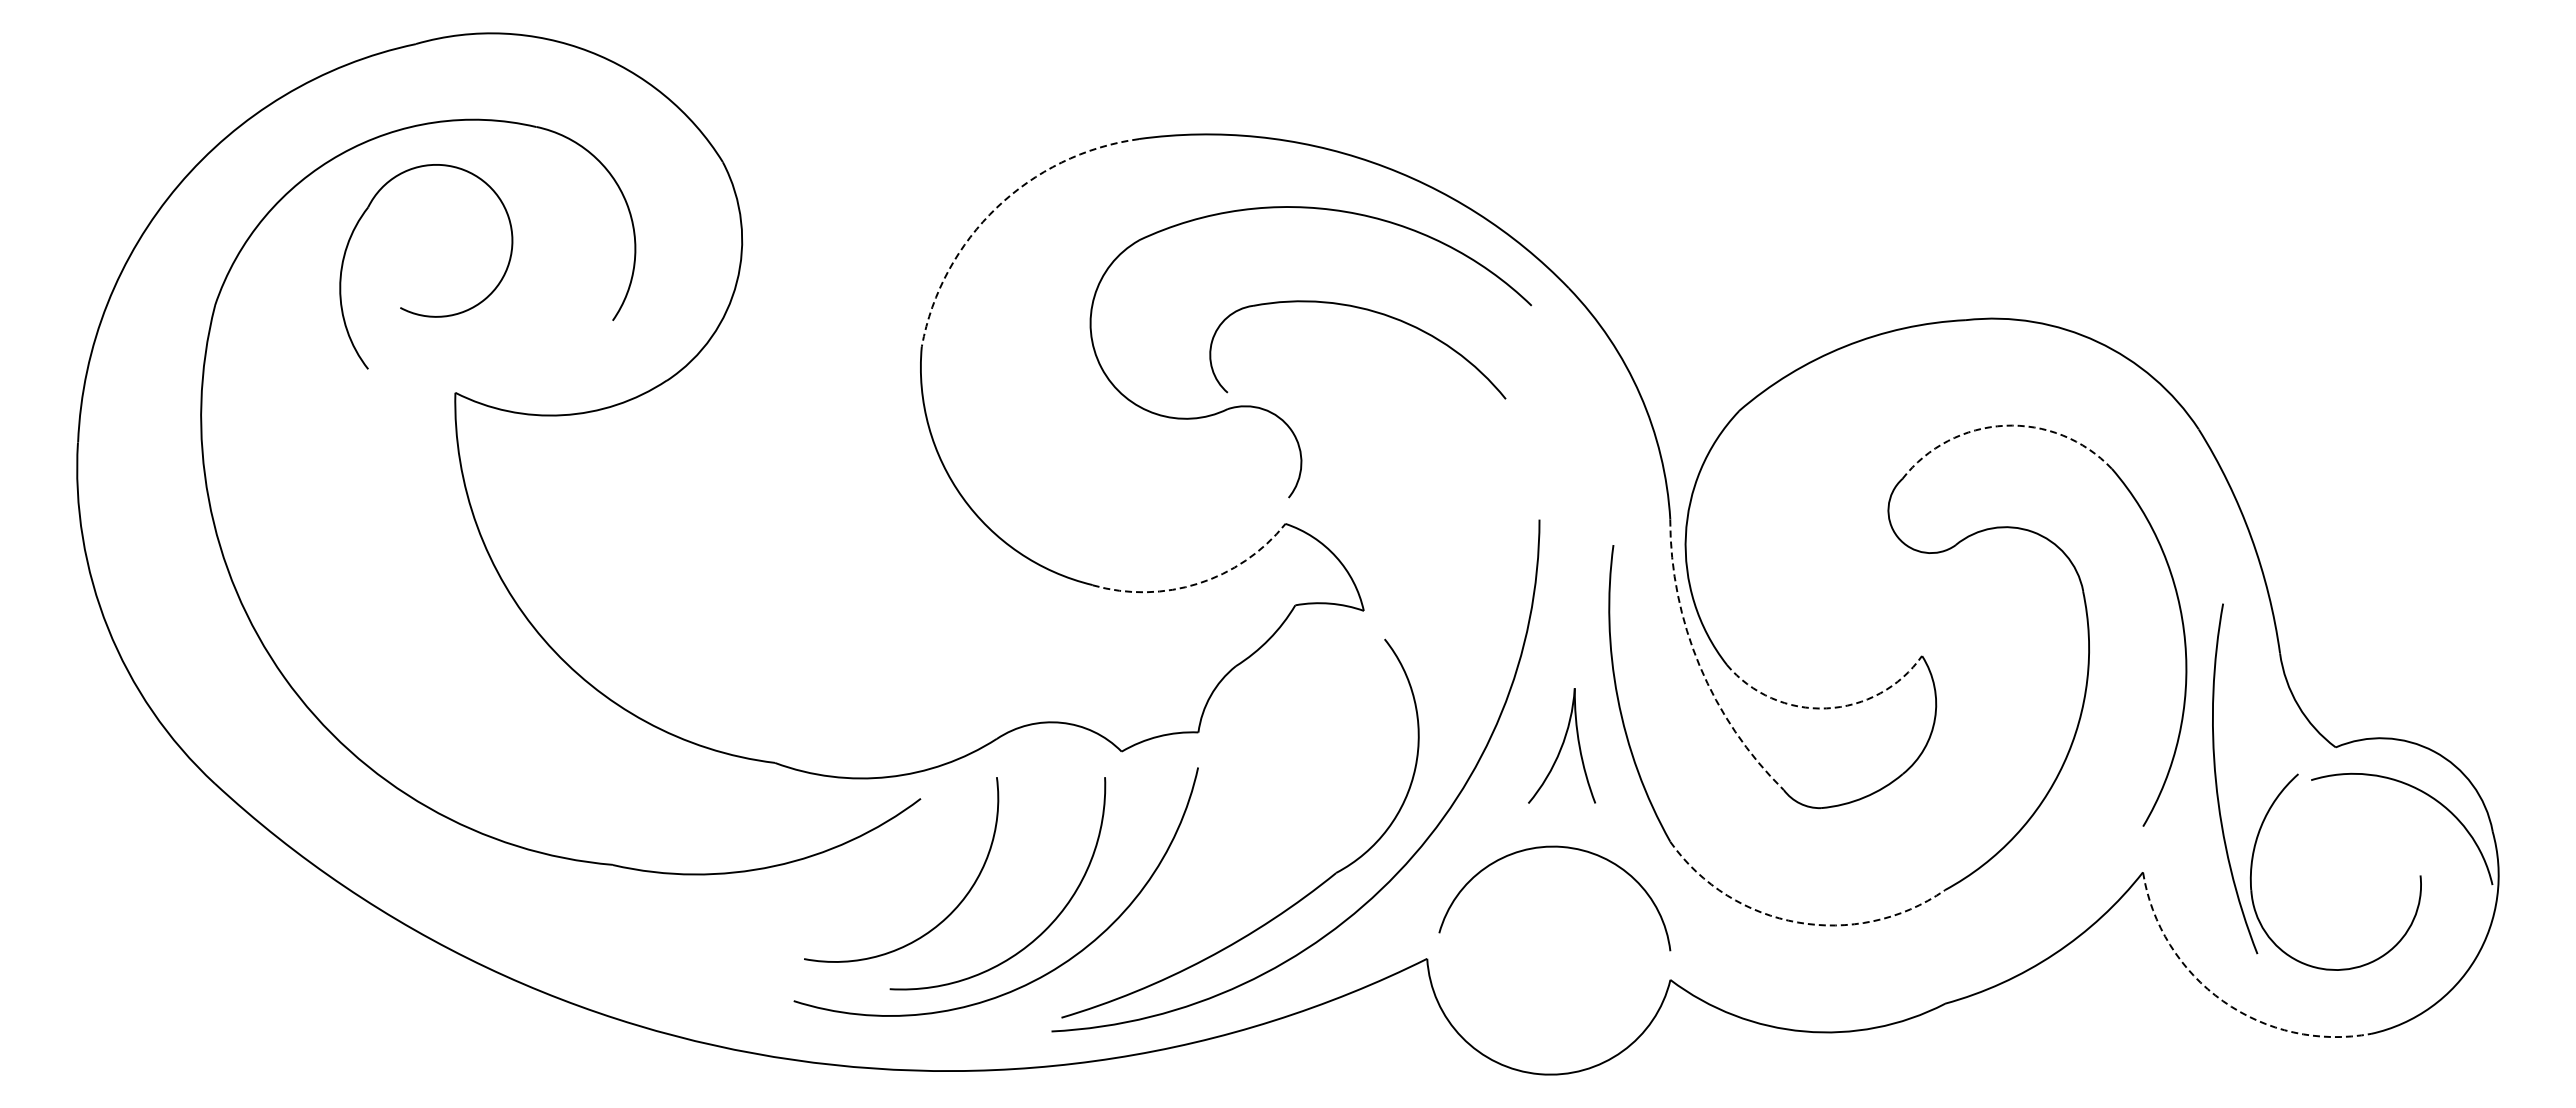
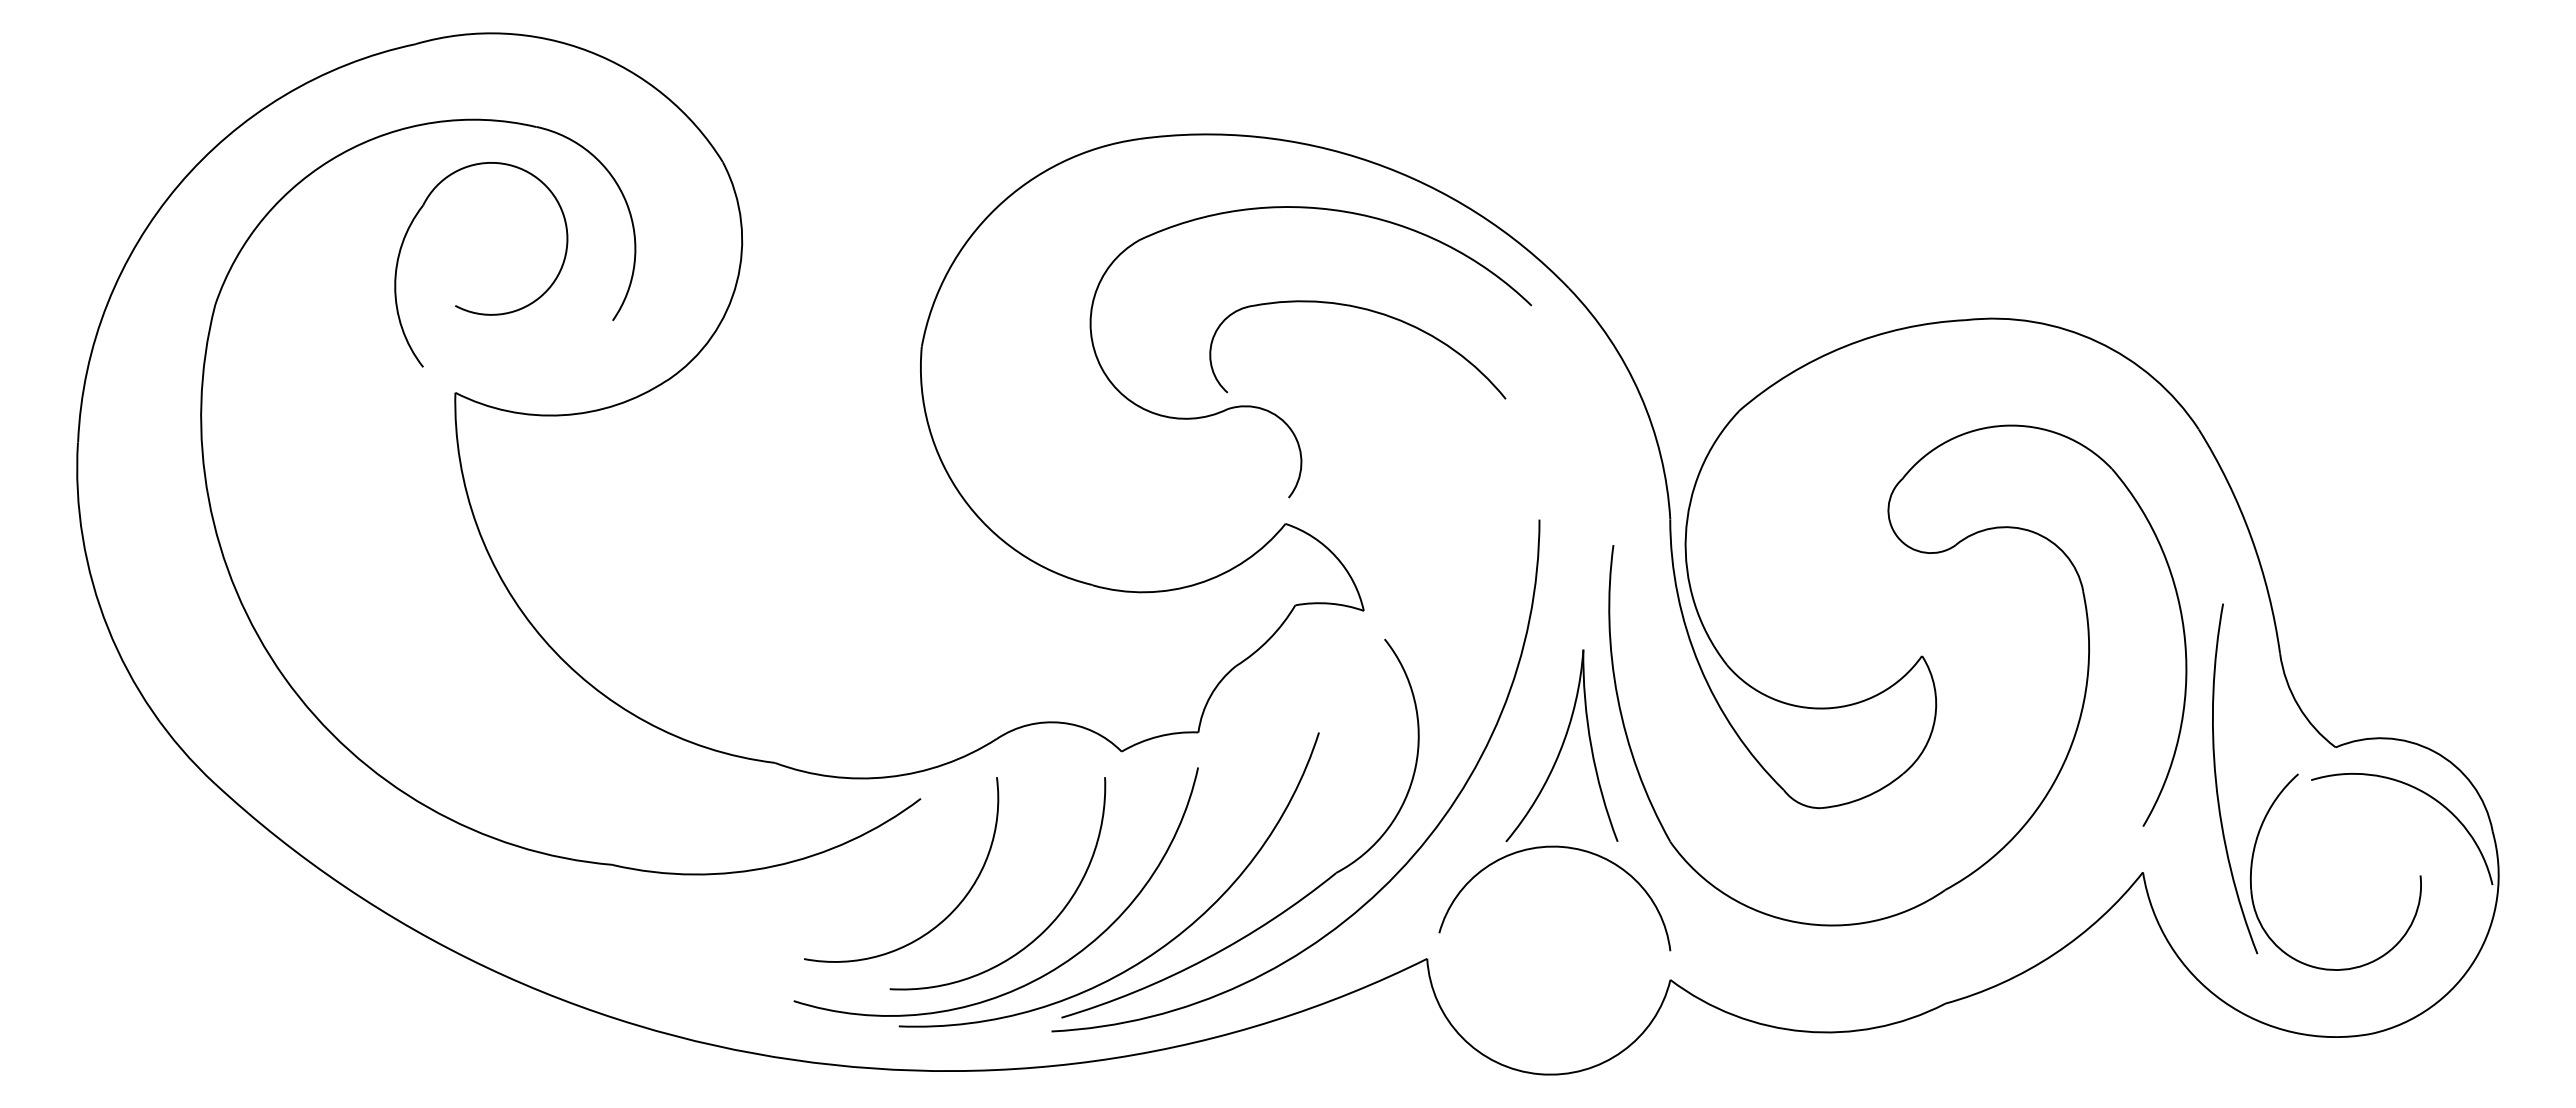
arc at (996, 207): dashed -> solid
part at (404, 308) position: (404, 308) -> (459, 306)
arc at (2004, 425): dashed -> solid
arc at (1198, 583): dashed -> solid
arc at (1699, 666): dashed -> solid
arc at (1826, 708): dashed -> solid
part at (1561, 745) size: 68x116 px -> 114x194 px
arc at (1797, 922): dashed -> solid
arc at (1154, 951): none -> present
arc at (2223, 1001): dashed -> solid
